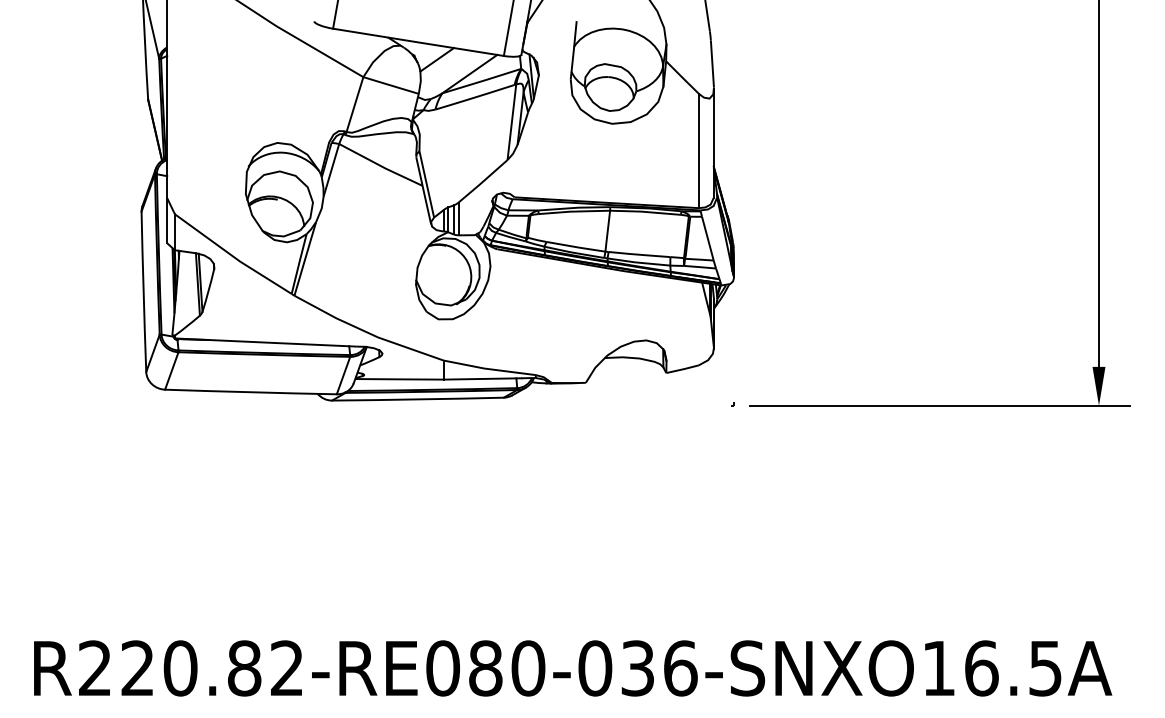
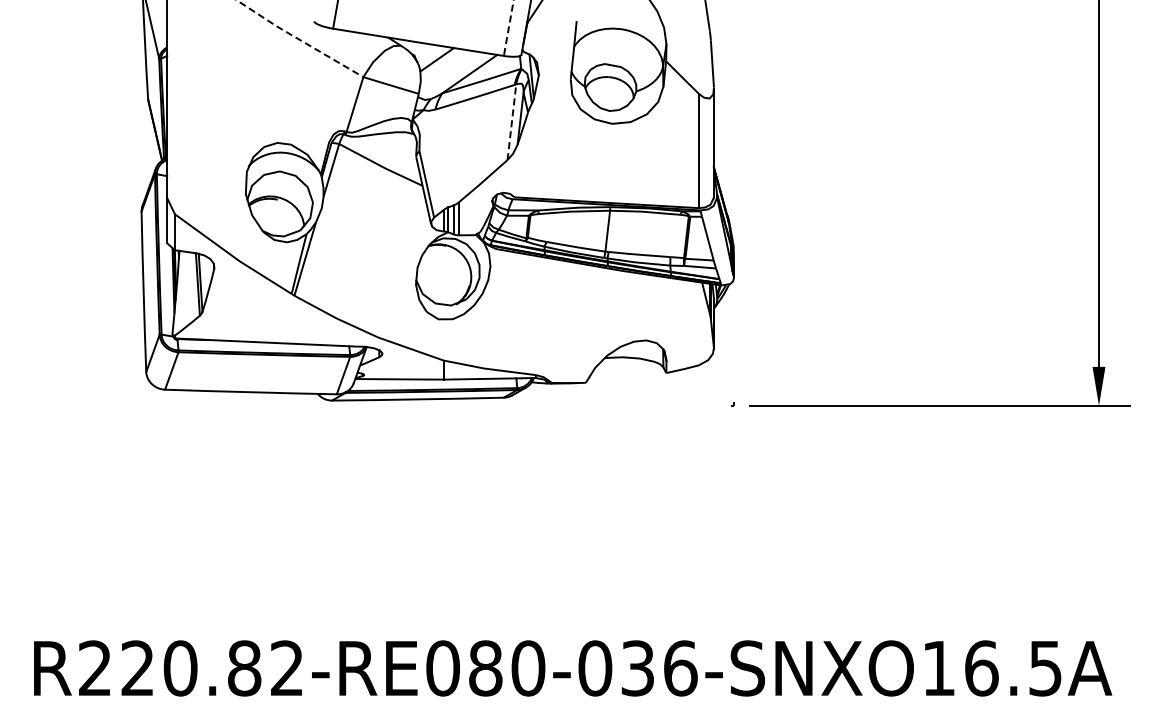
line at (508, 28): solid -> dashed
line at (299, 39): solid -> dashed
line at (511, 121): solid -> dashed
